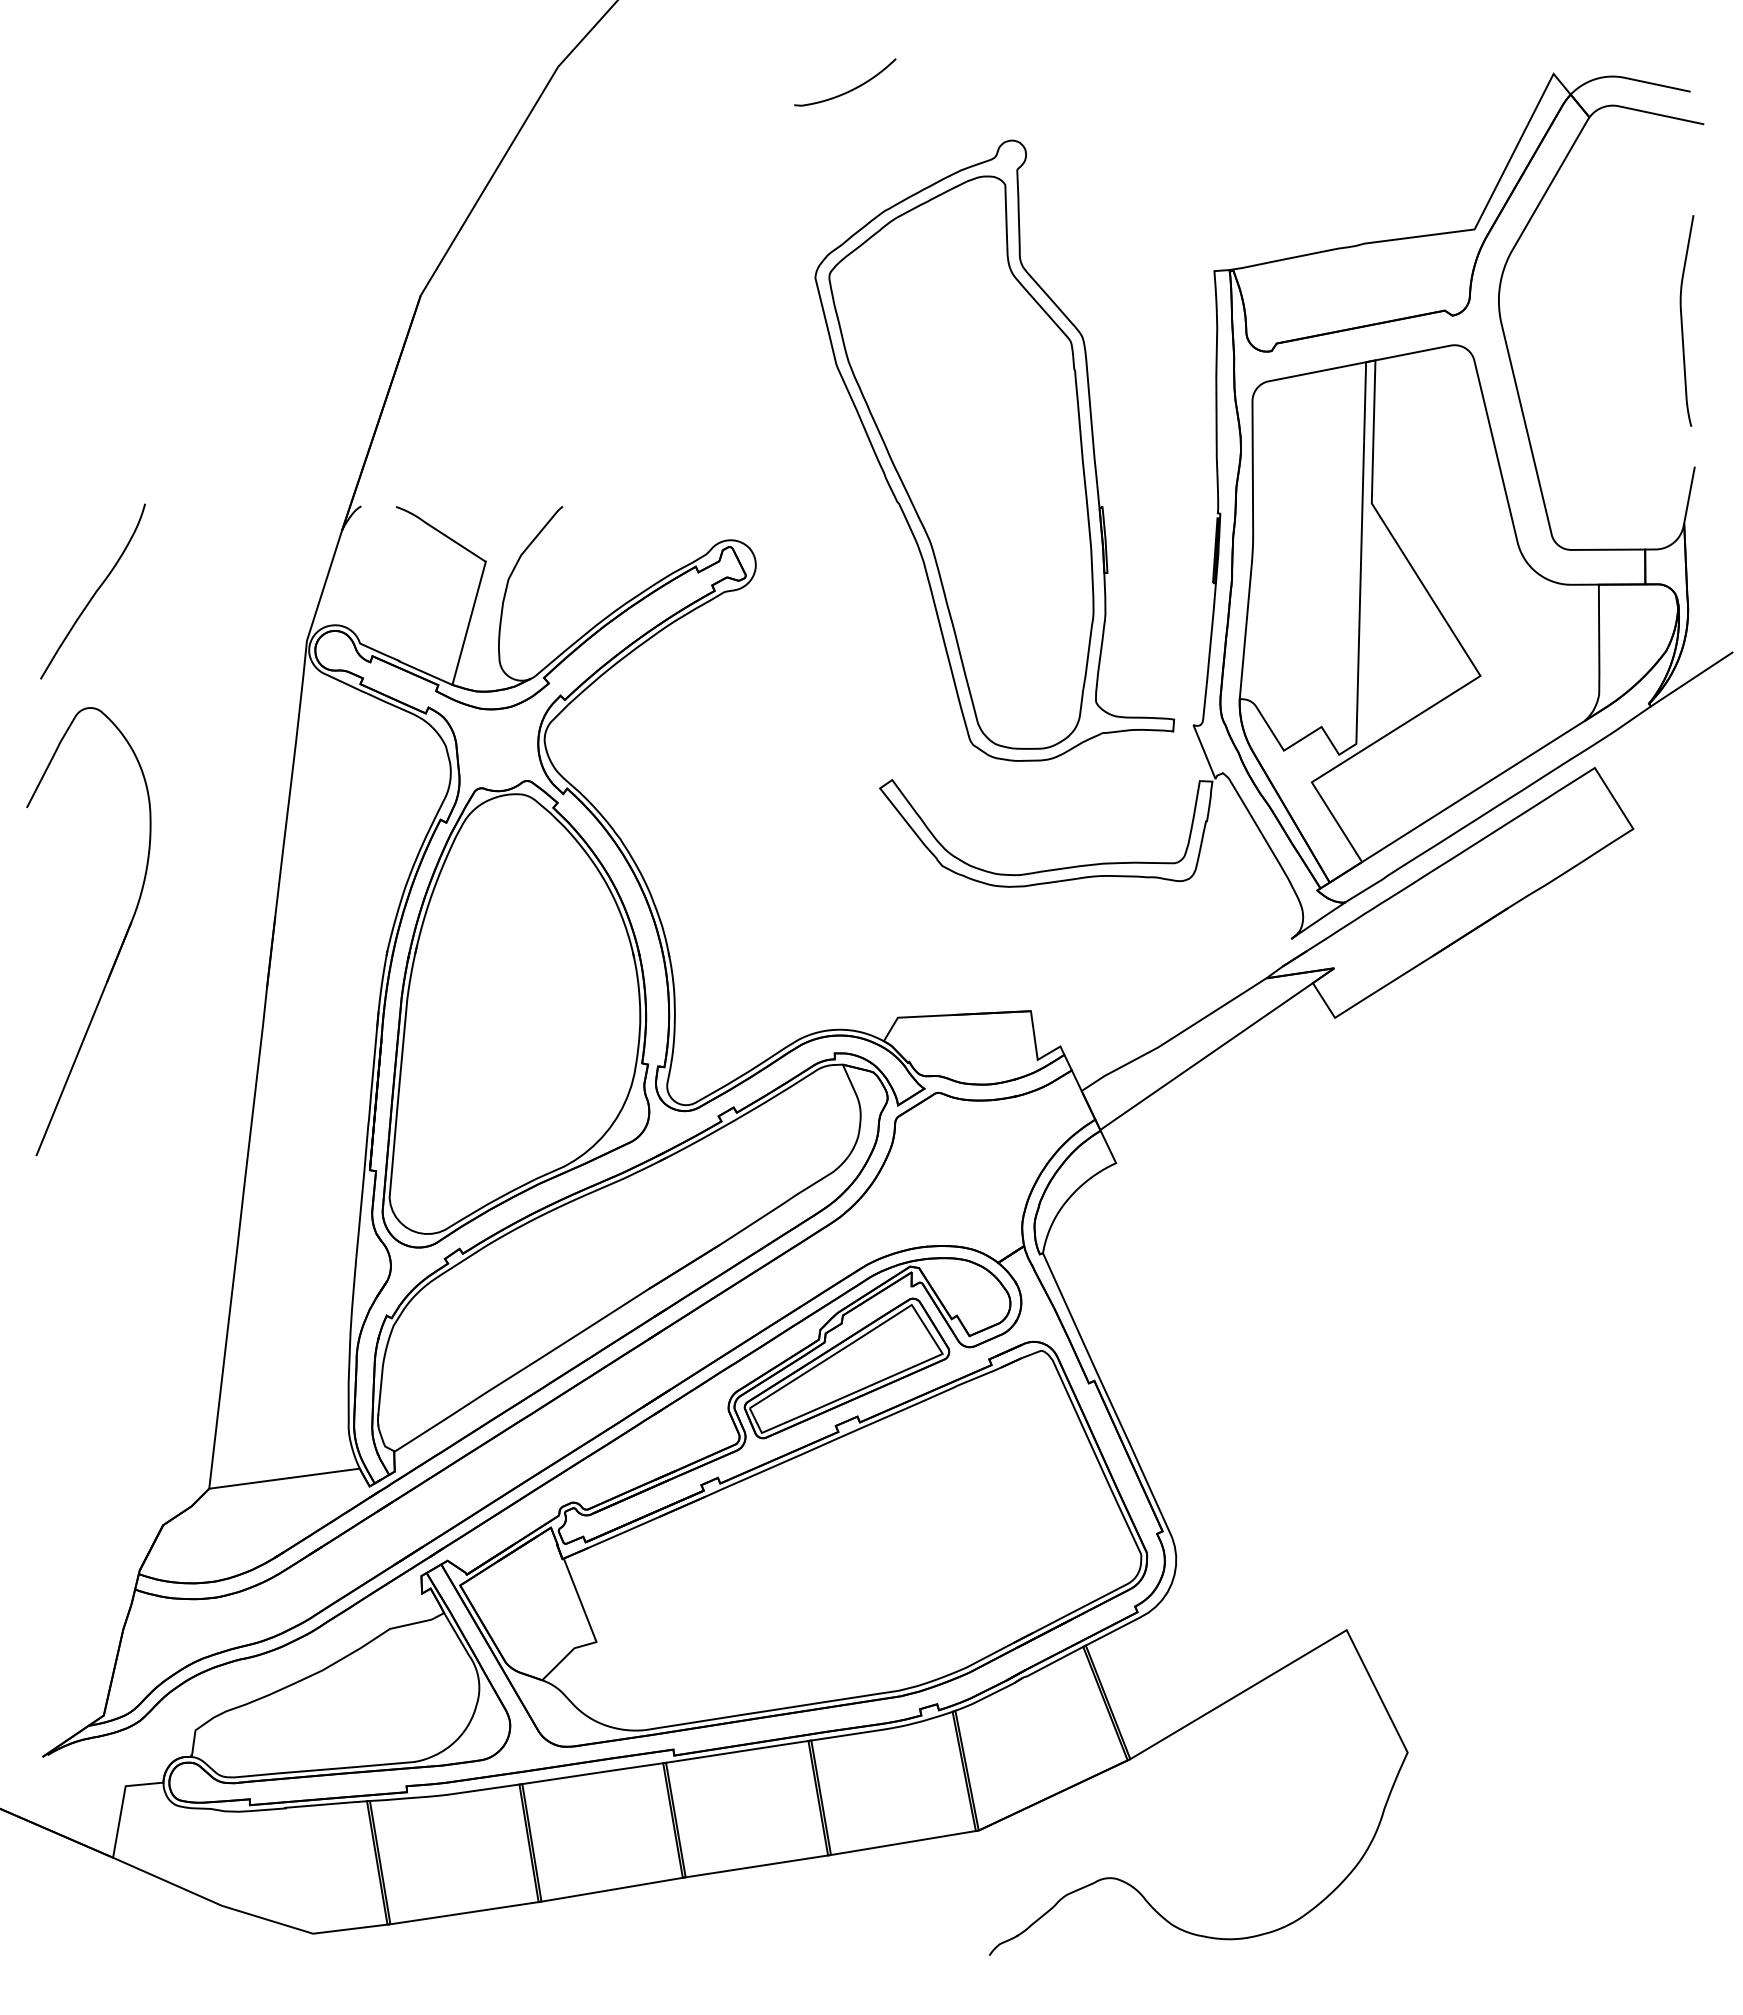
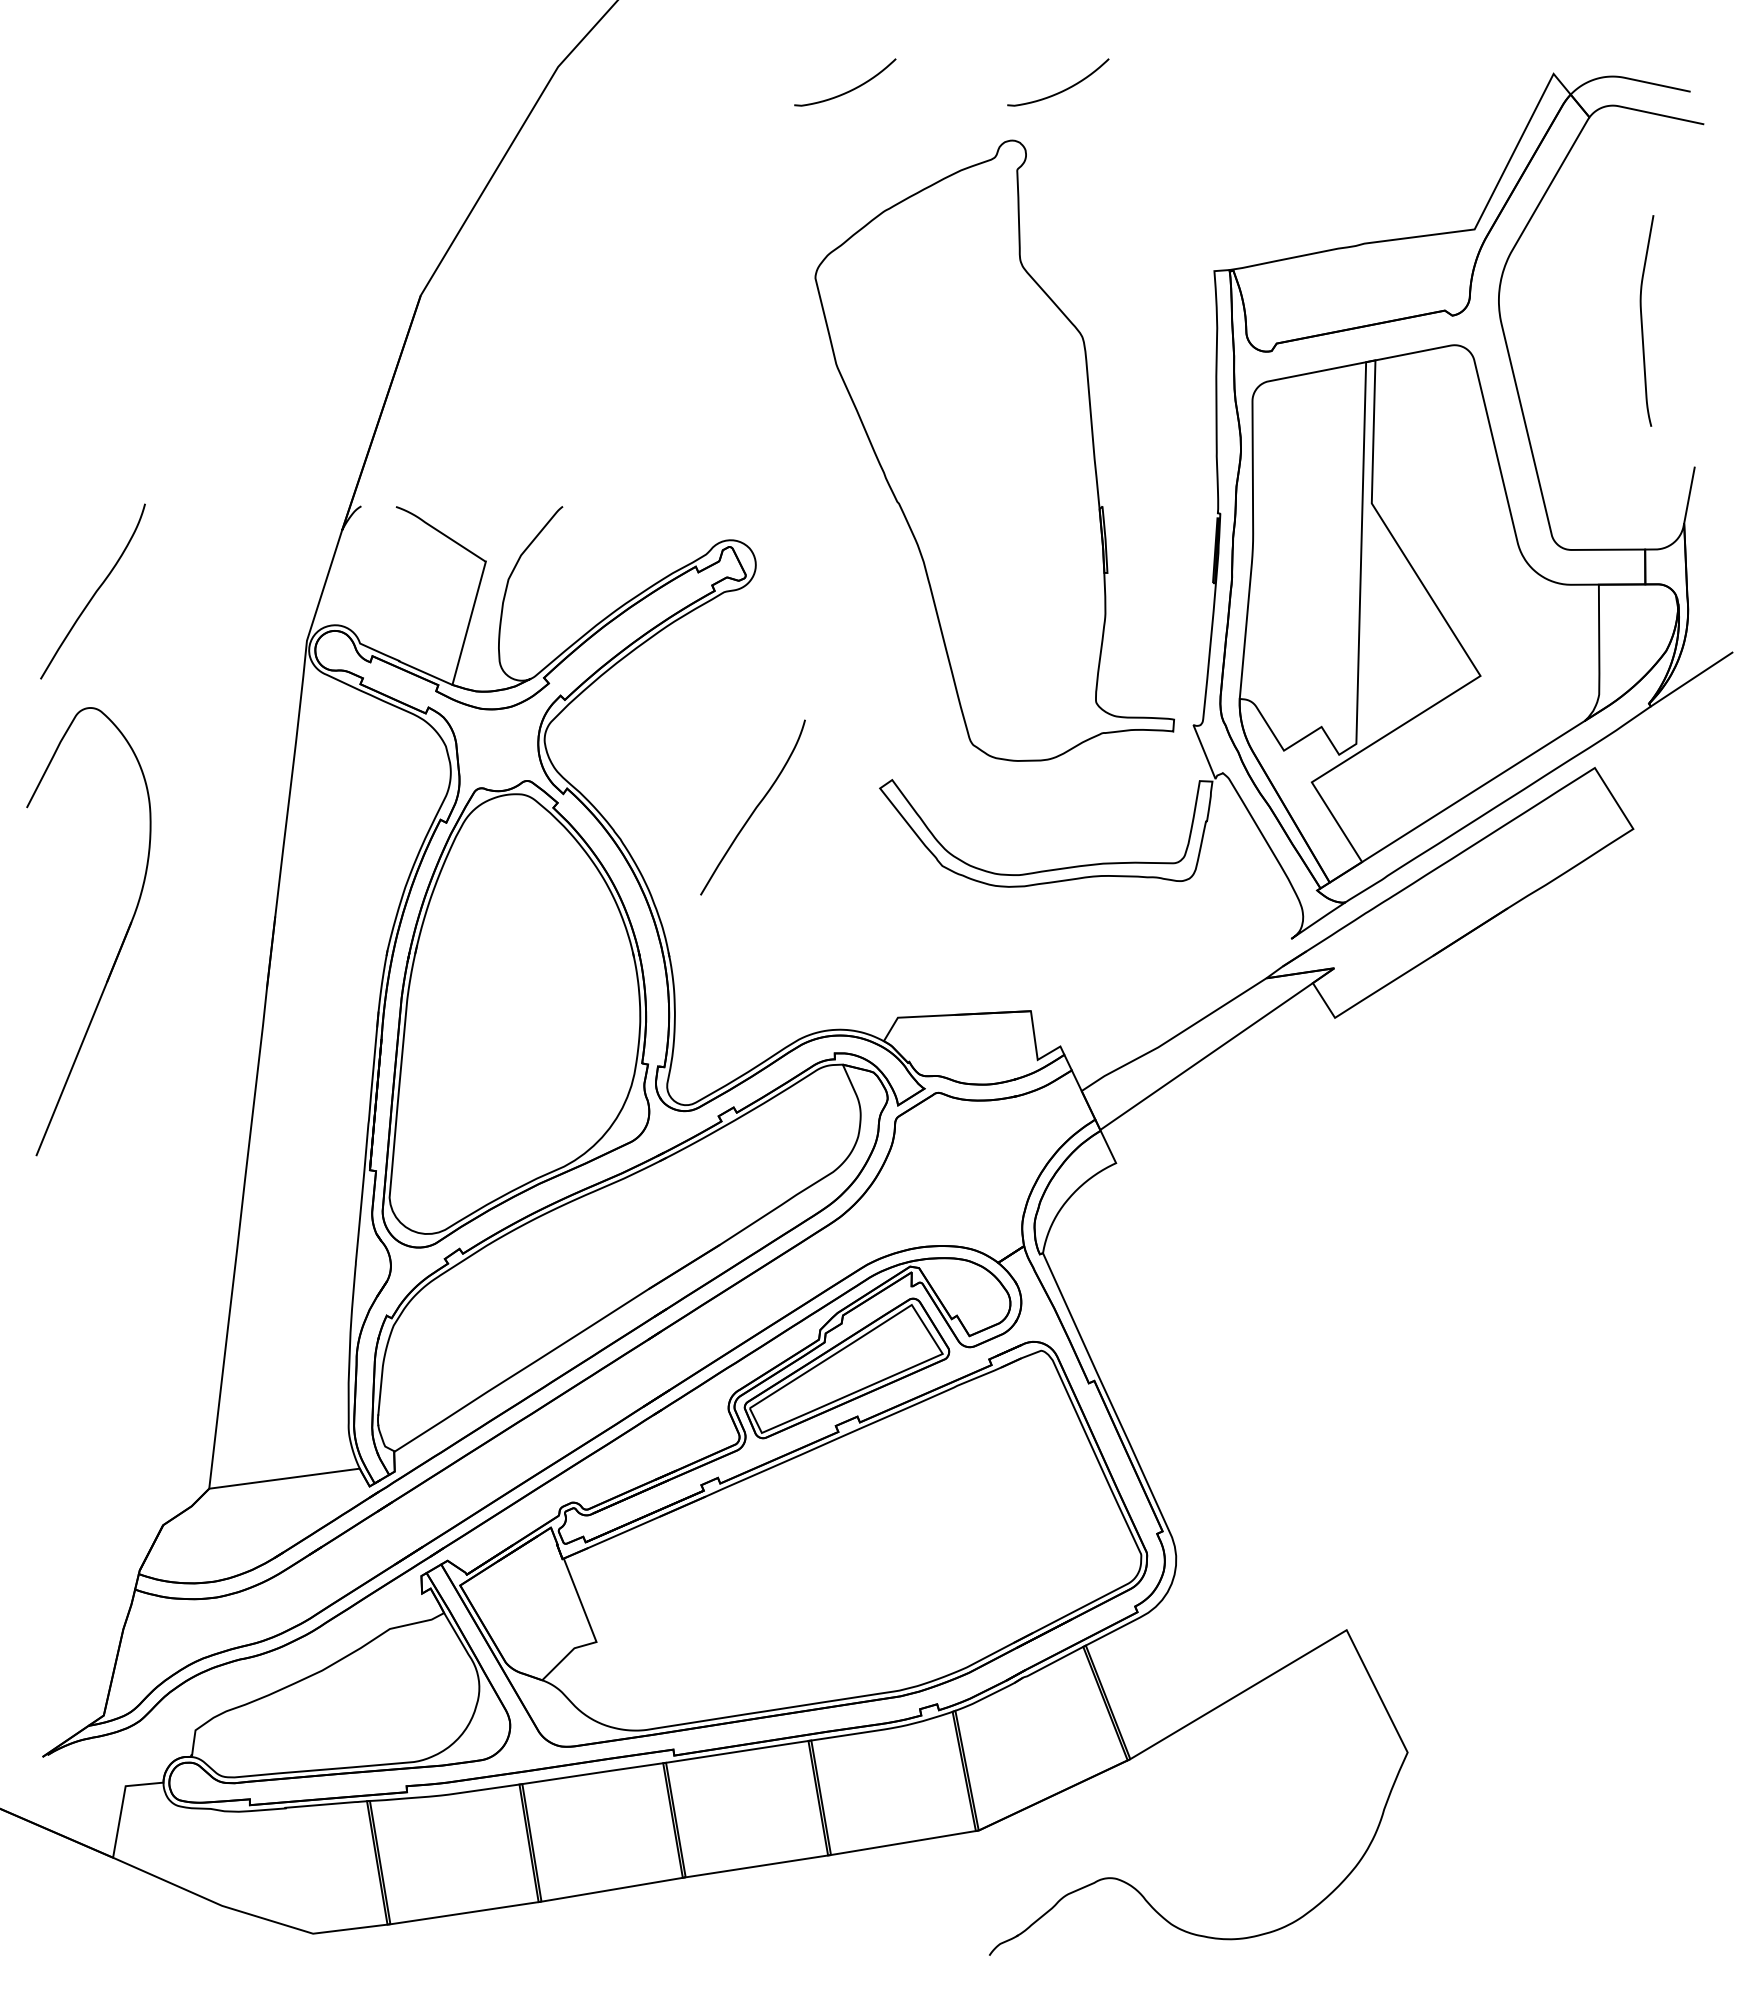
curve at (1061, 90): none -> present
curve at (1682, 320) position: (1682, 320) -> (1642, 320)
part at (961, 462): present -> none
curve at (754, 808): none -> present
